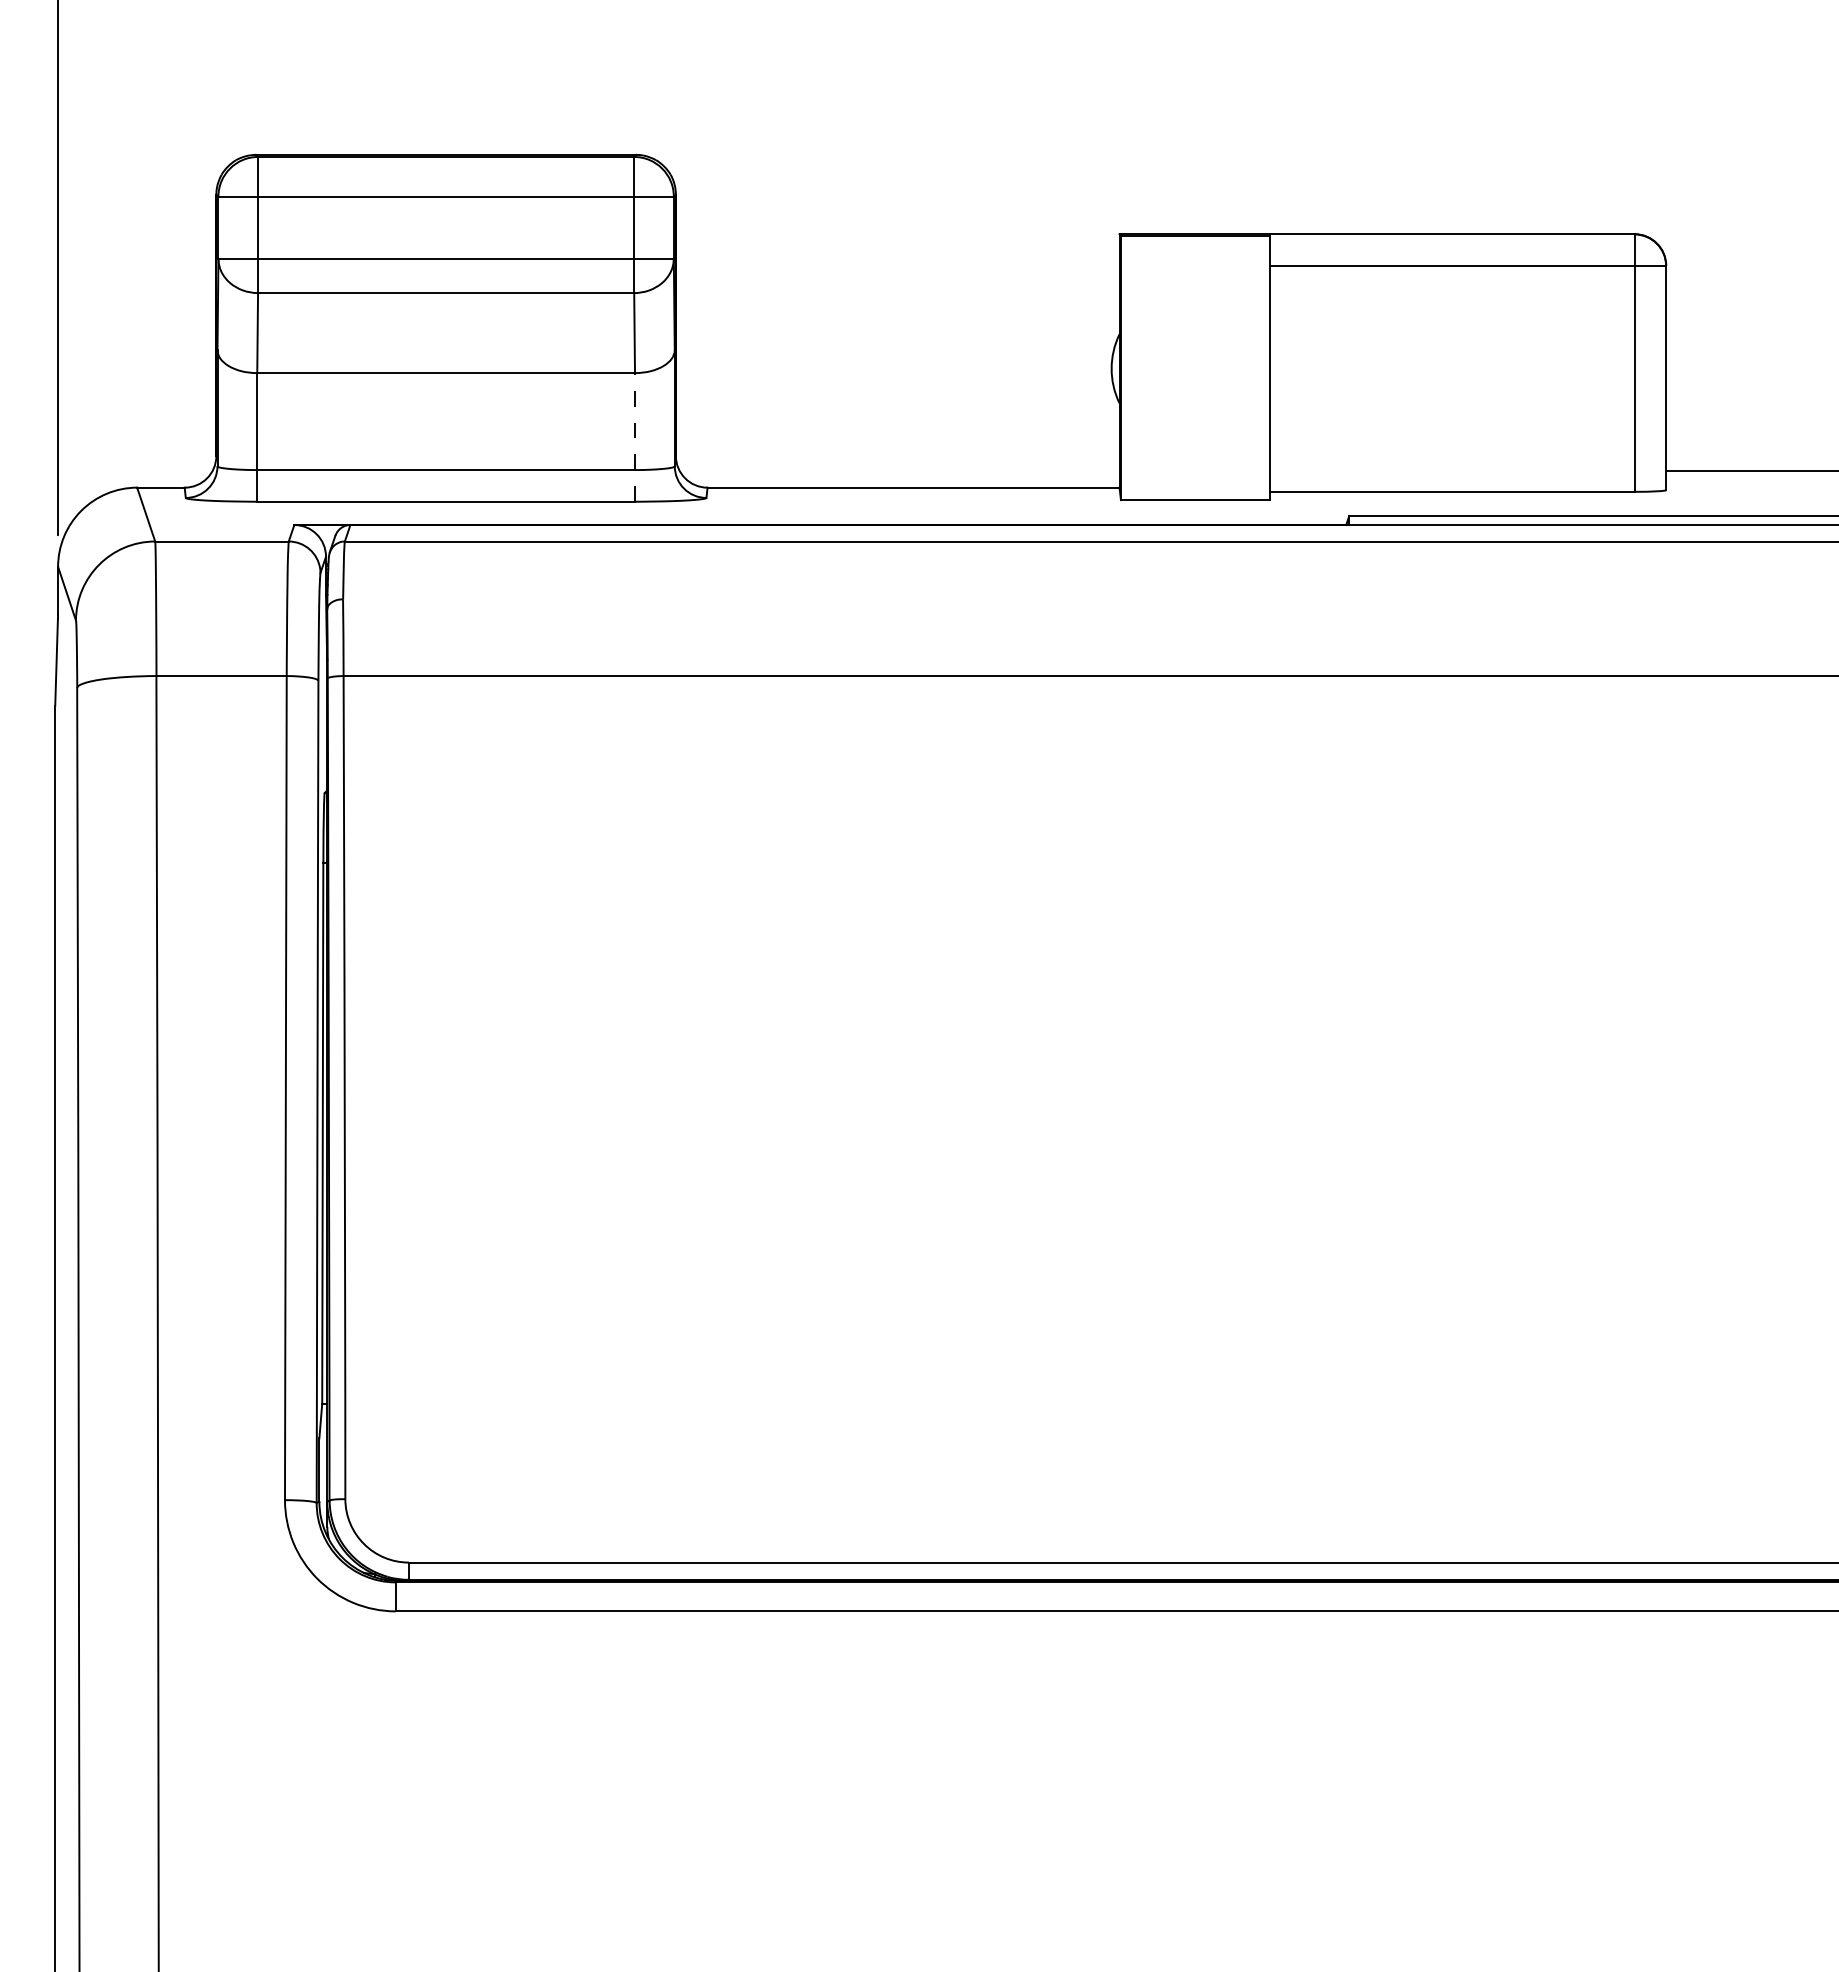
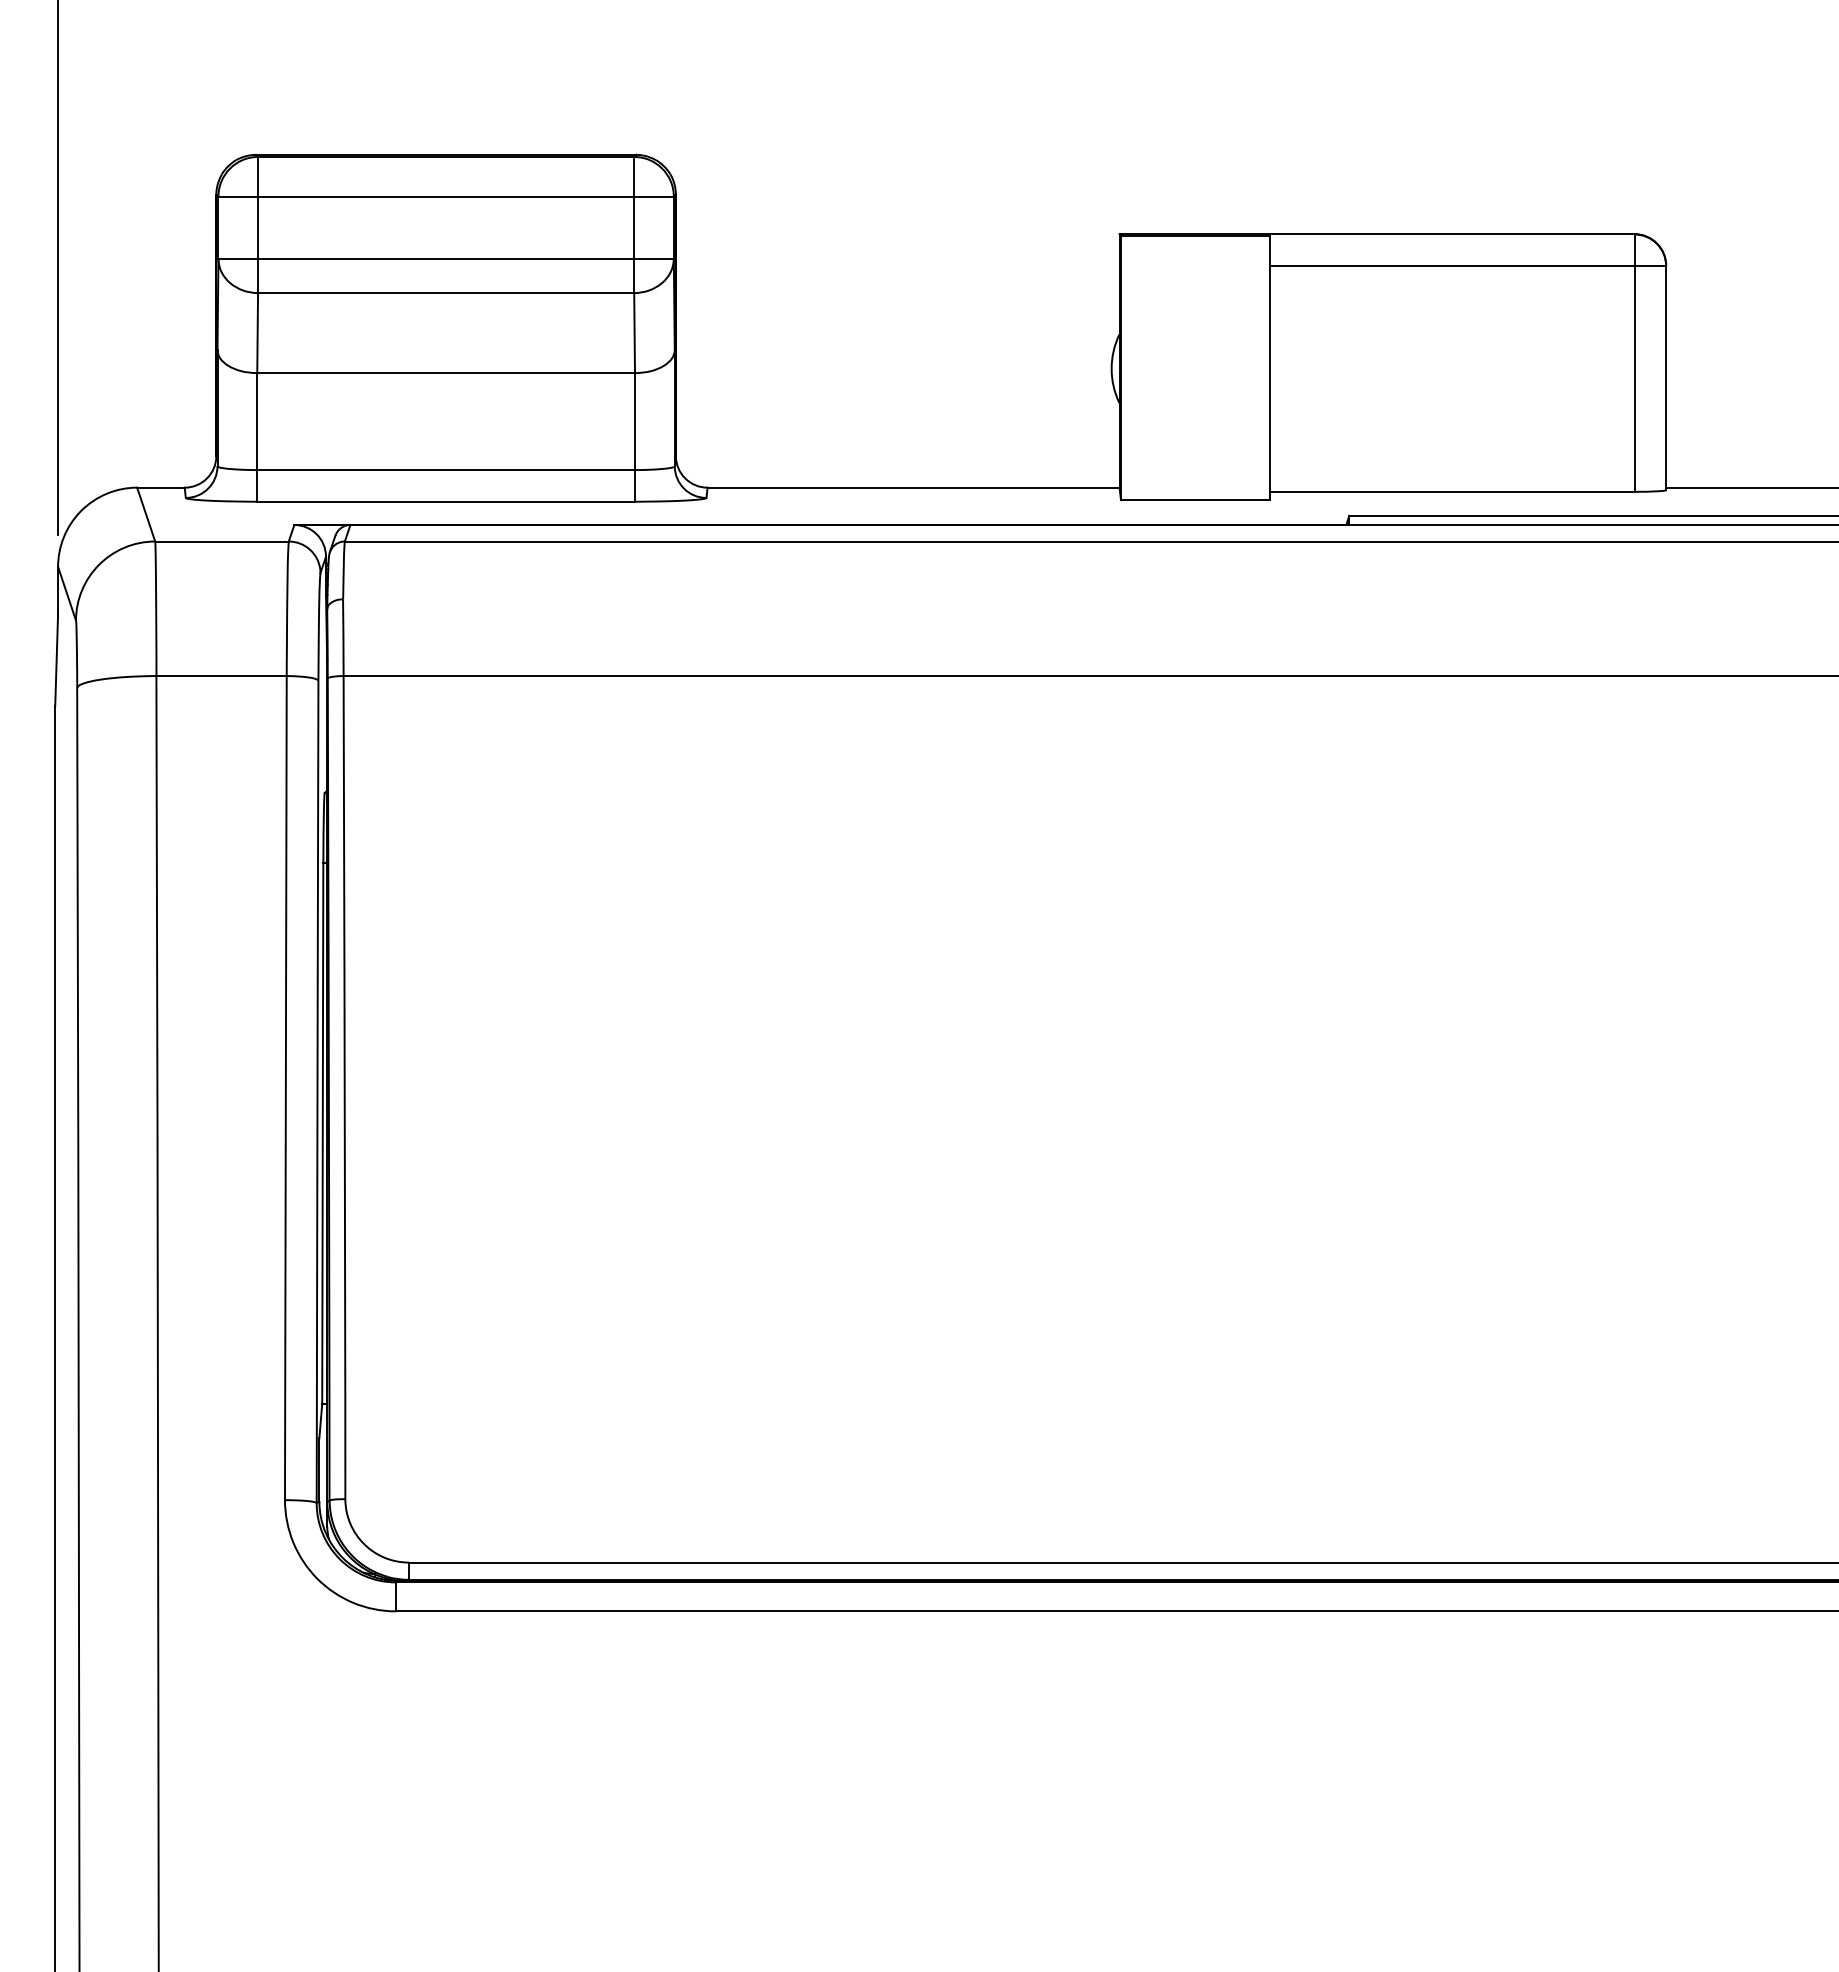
line at (635, 436): dashed -> solid
line at (1750, 470) position: (1750, 470) -> (1750, 487)
